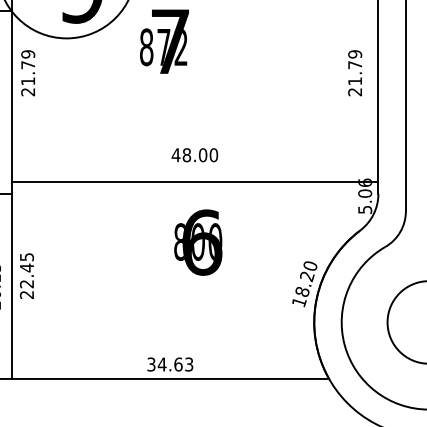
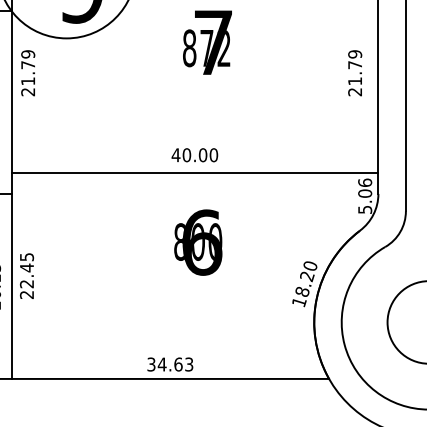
text at (164, 41) position: (164, 41) -> (207, 42)
text at (186, 154): 48.00 -> 40.00
line at (194, 182) position: (194, 182) -> (194, 173)
